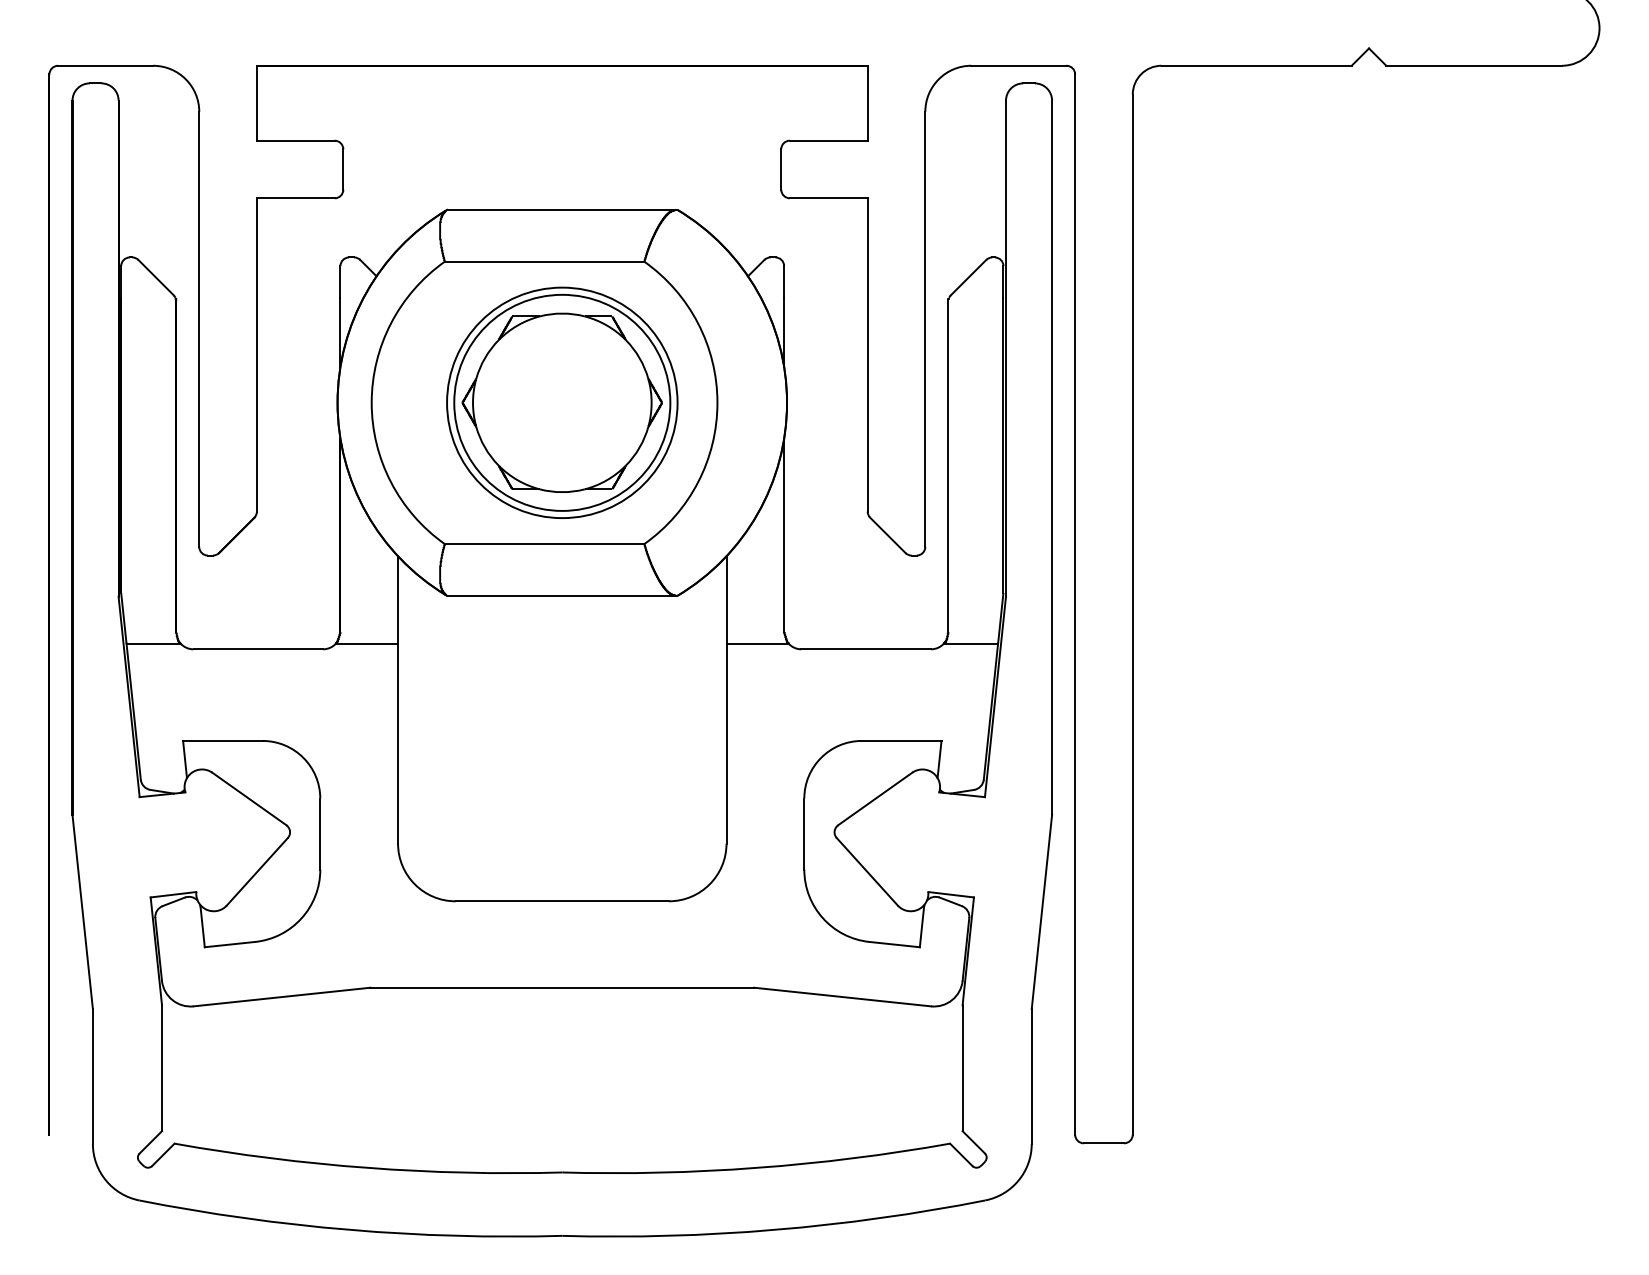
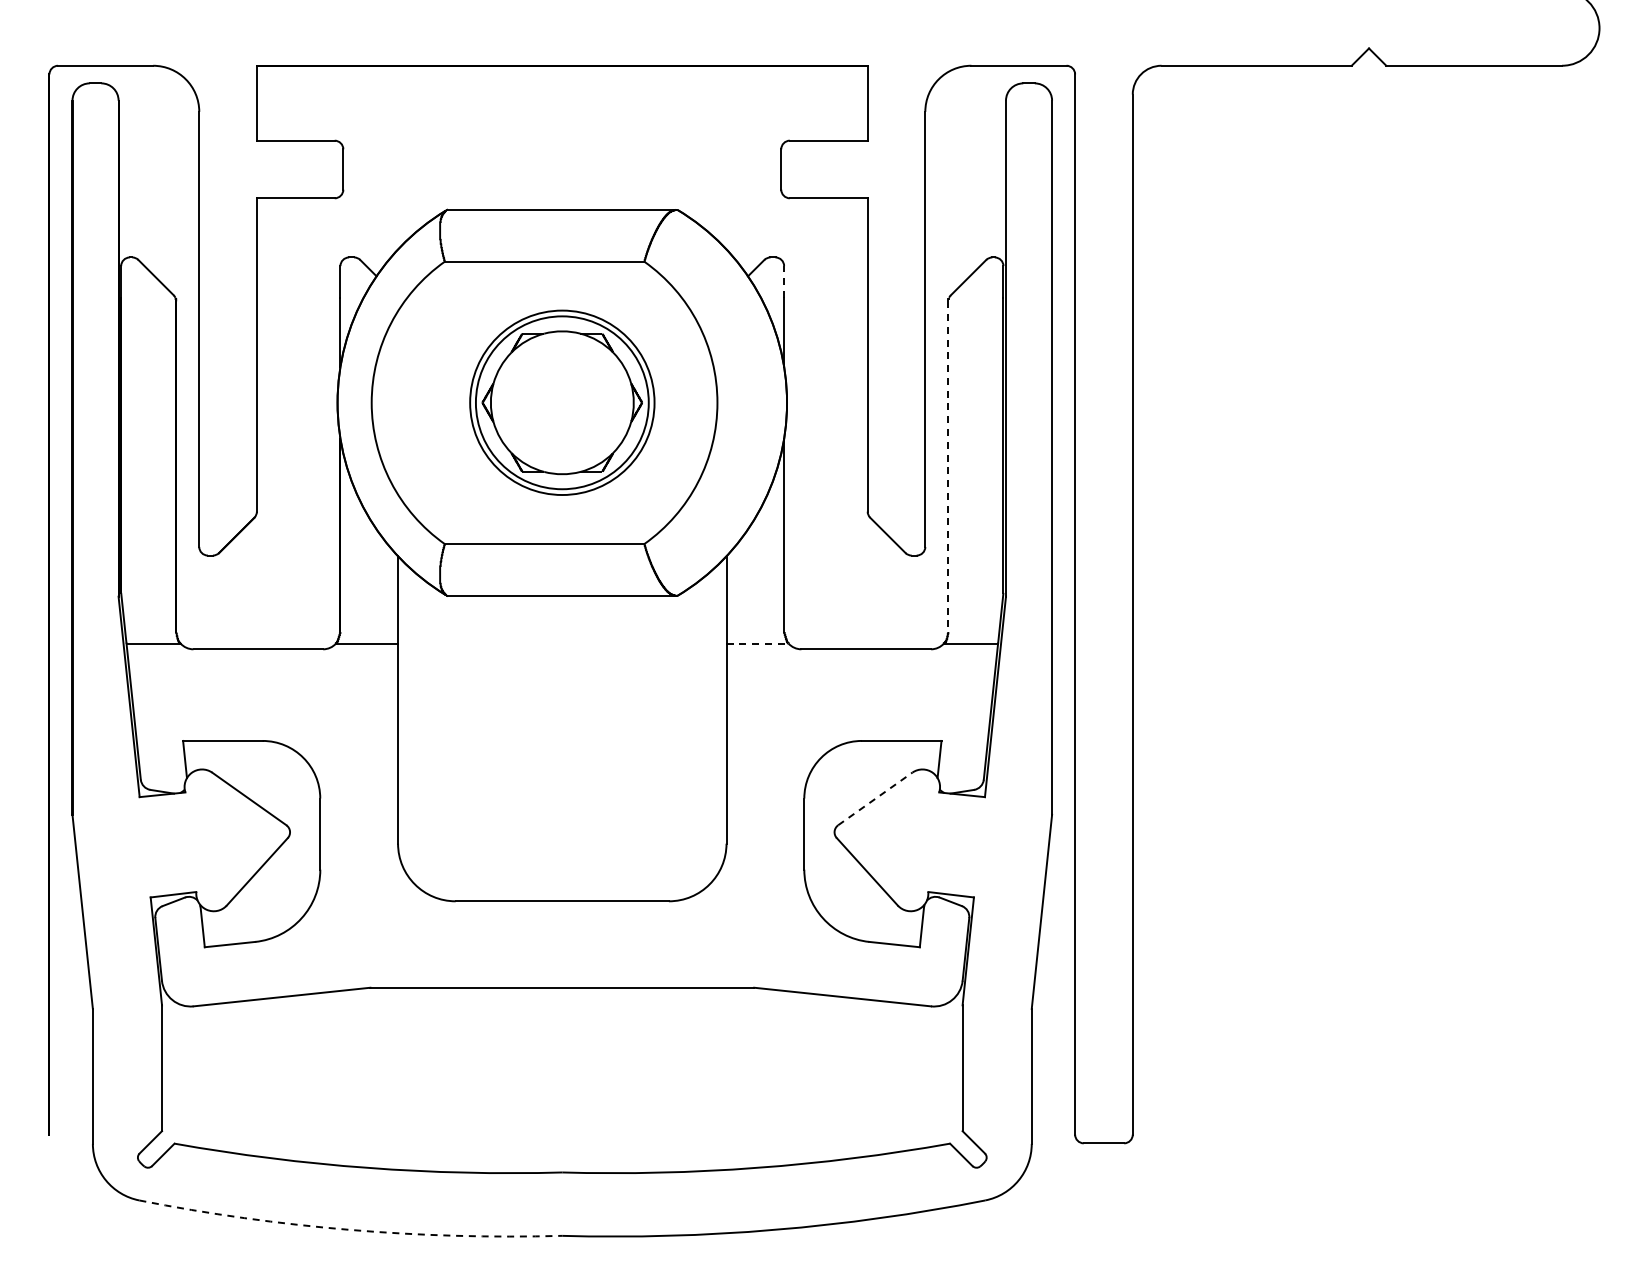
line at (784, 281): solid -> dashed
part at (562, 402) size: 233x233 px -> 187x187 px
line at (948, 467): solid -> dashed
line at (758, 643): solid -> dashed
line at (875, 798): solid -> dashed
arc at (349, 1229): solid -> dashed
